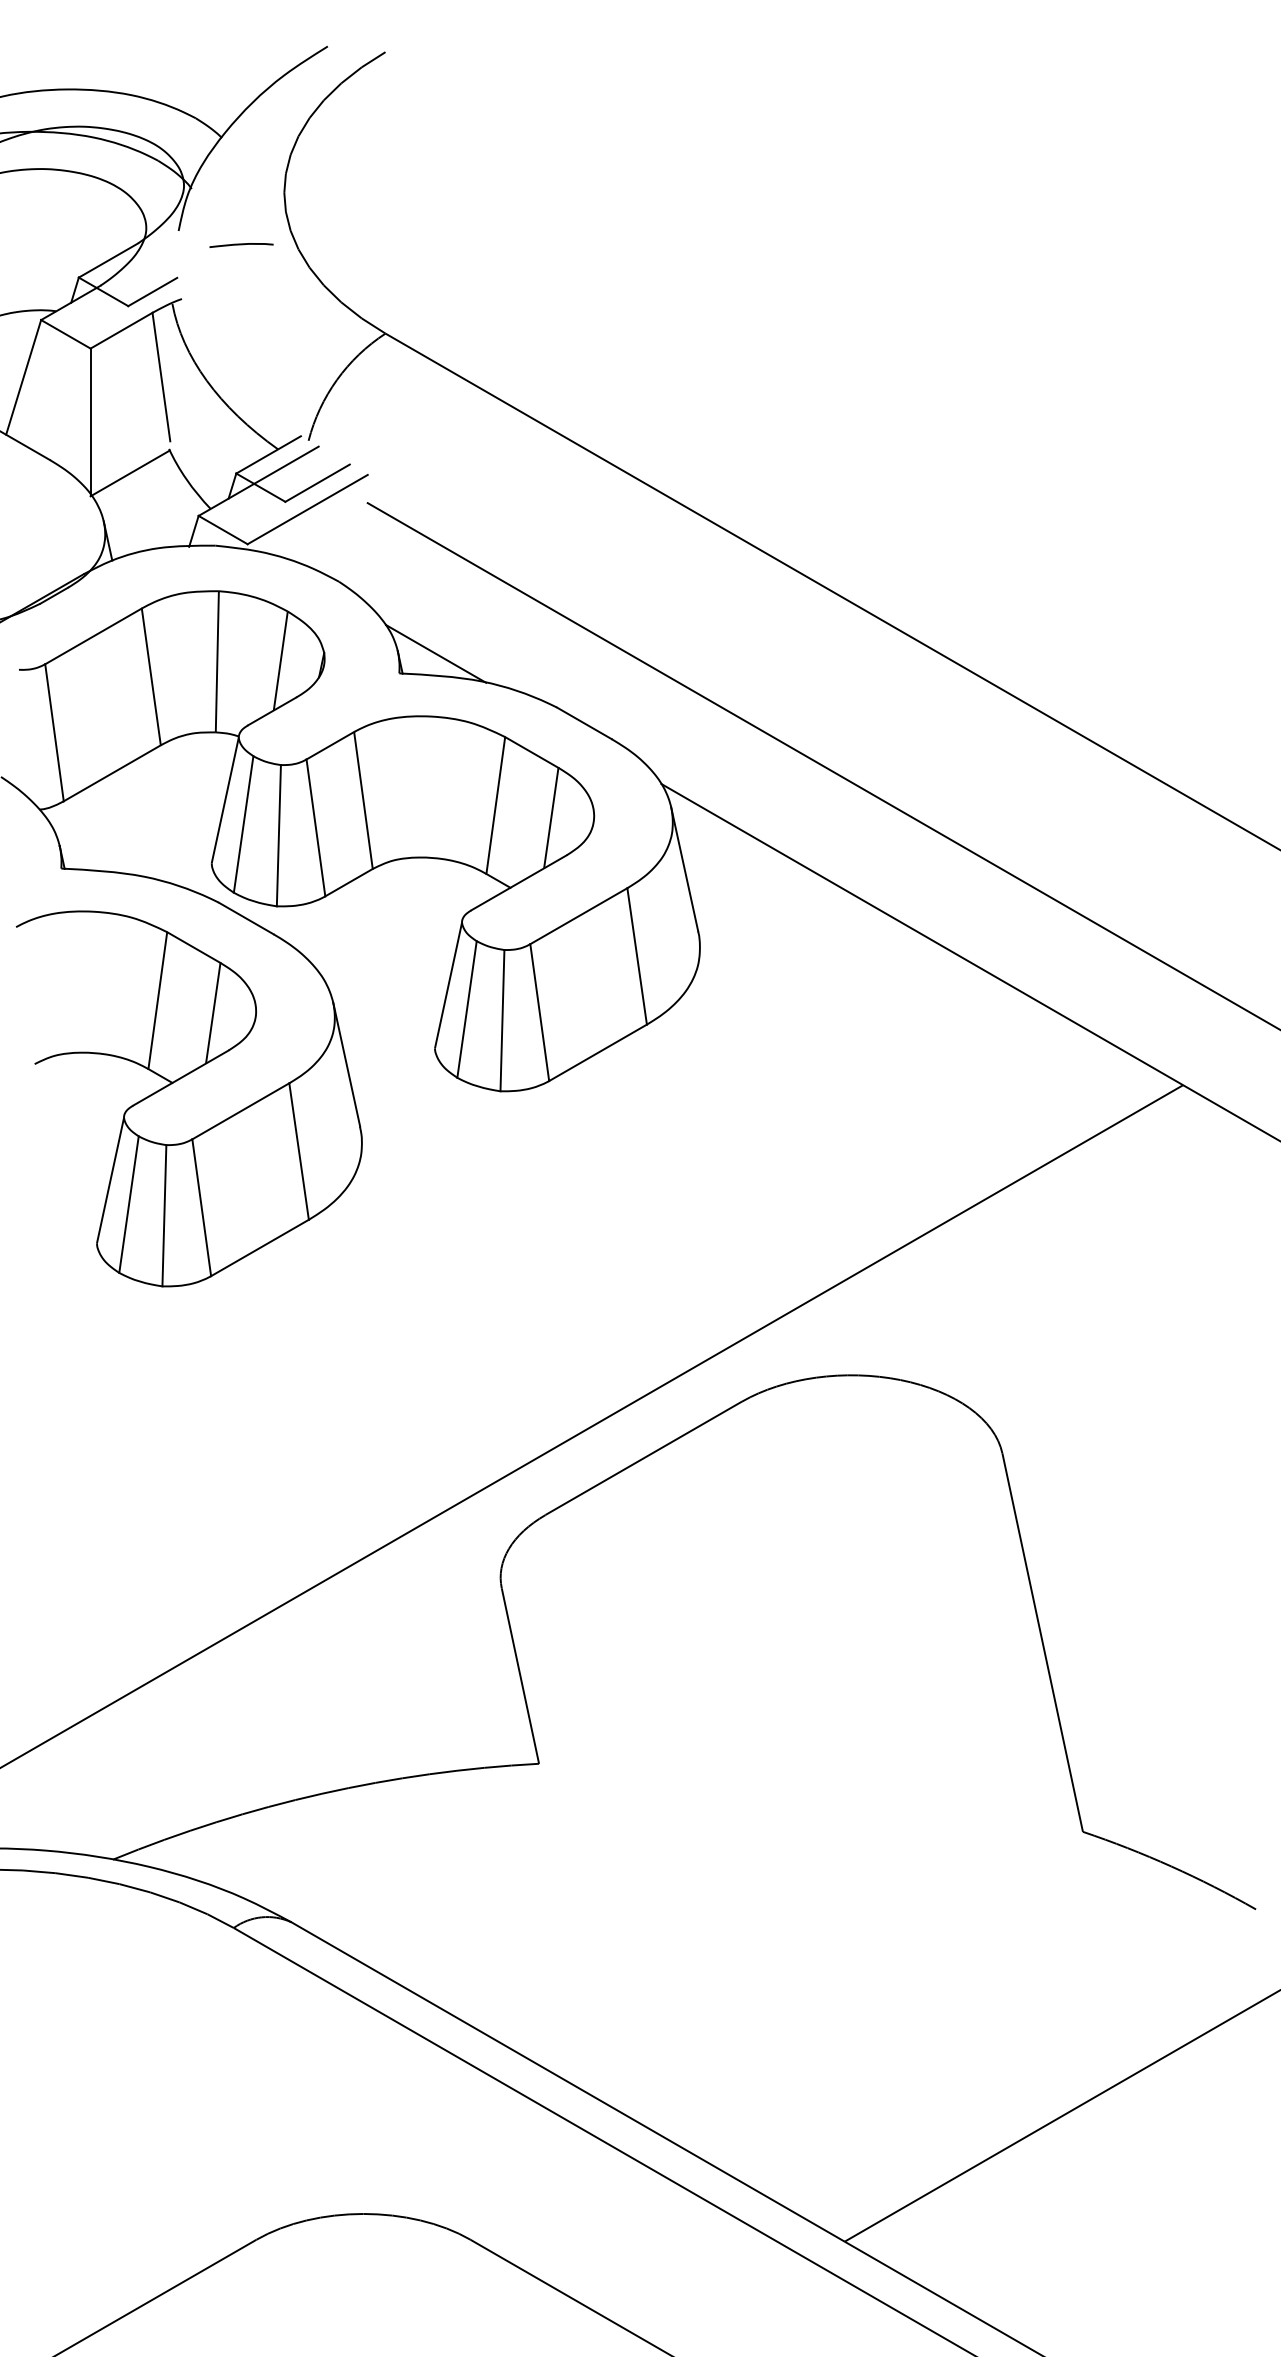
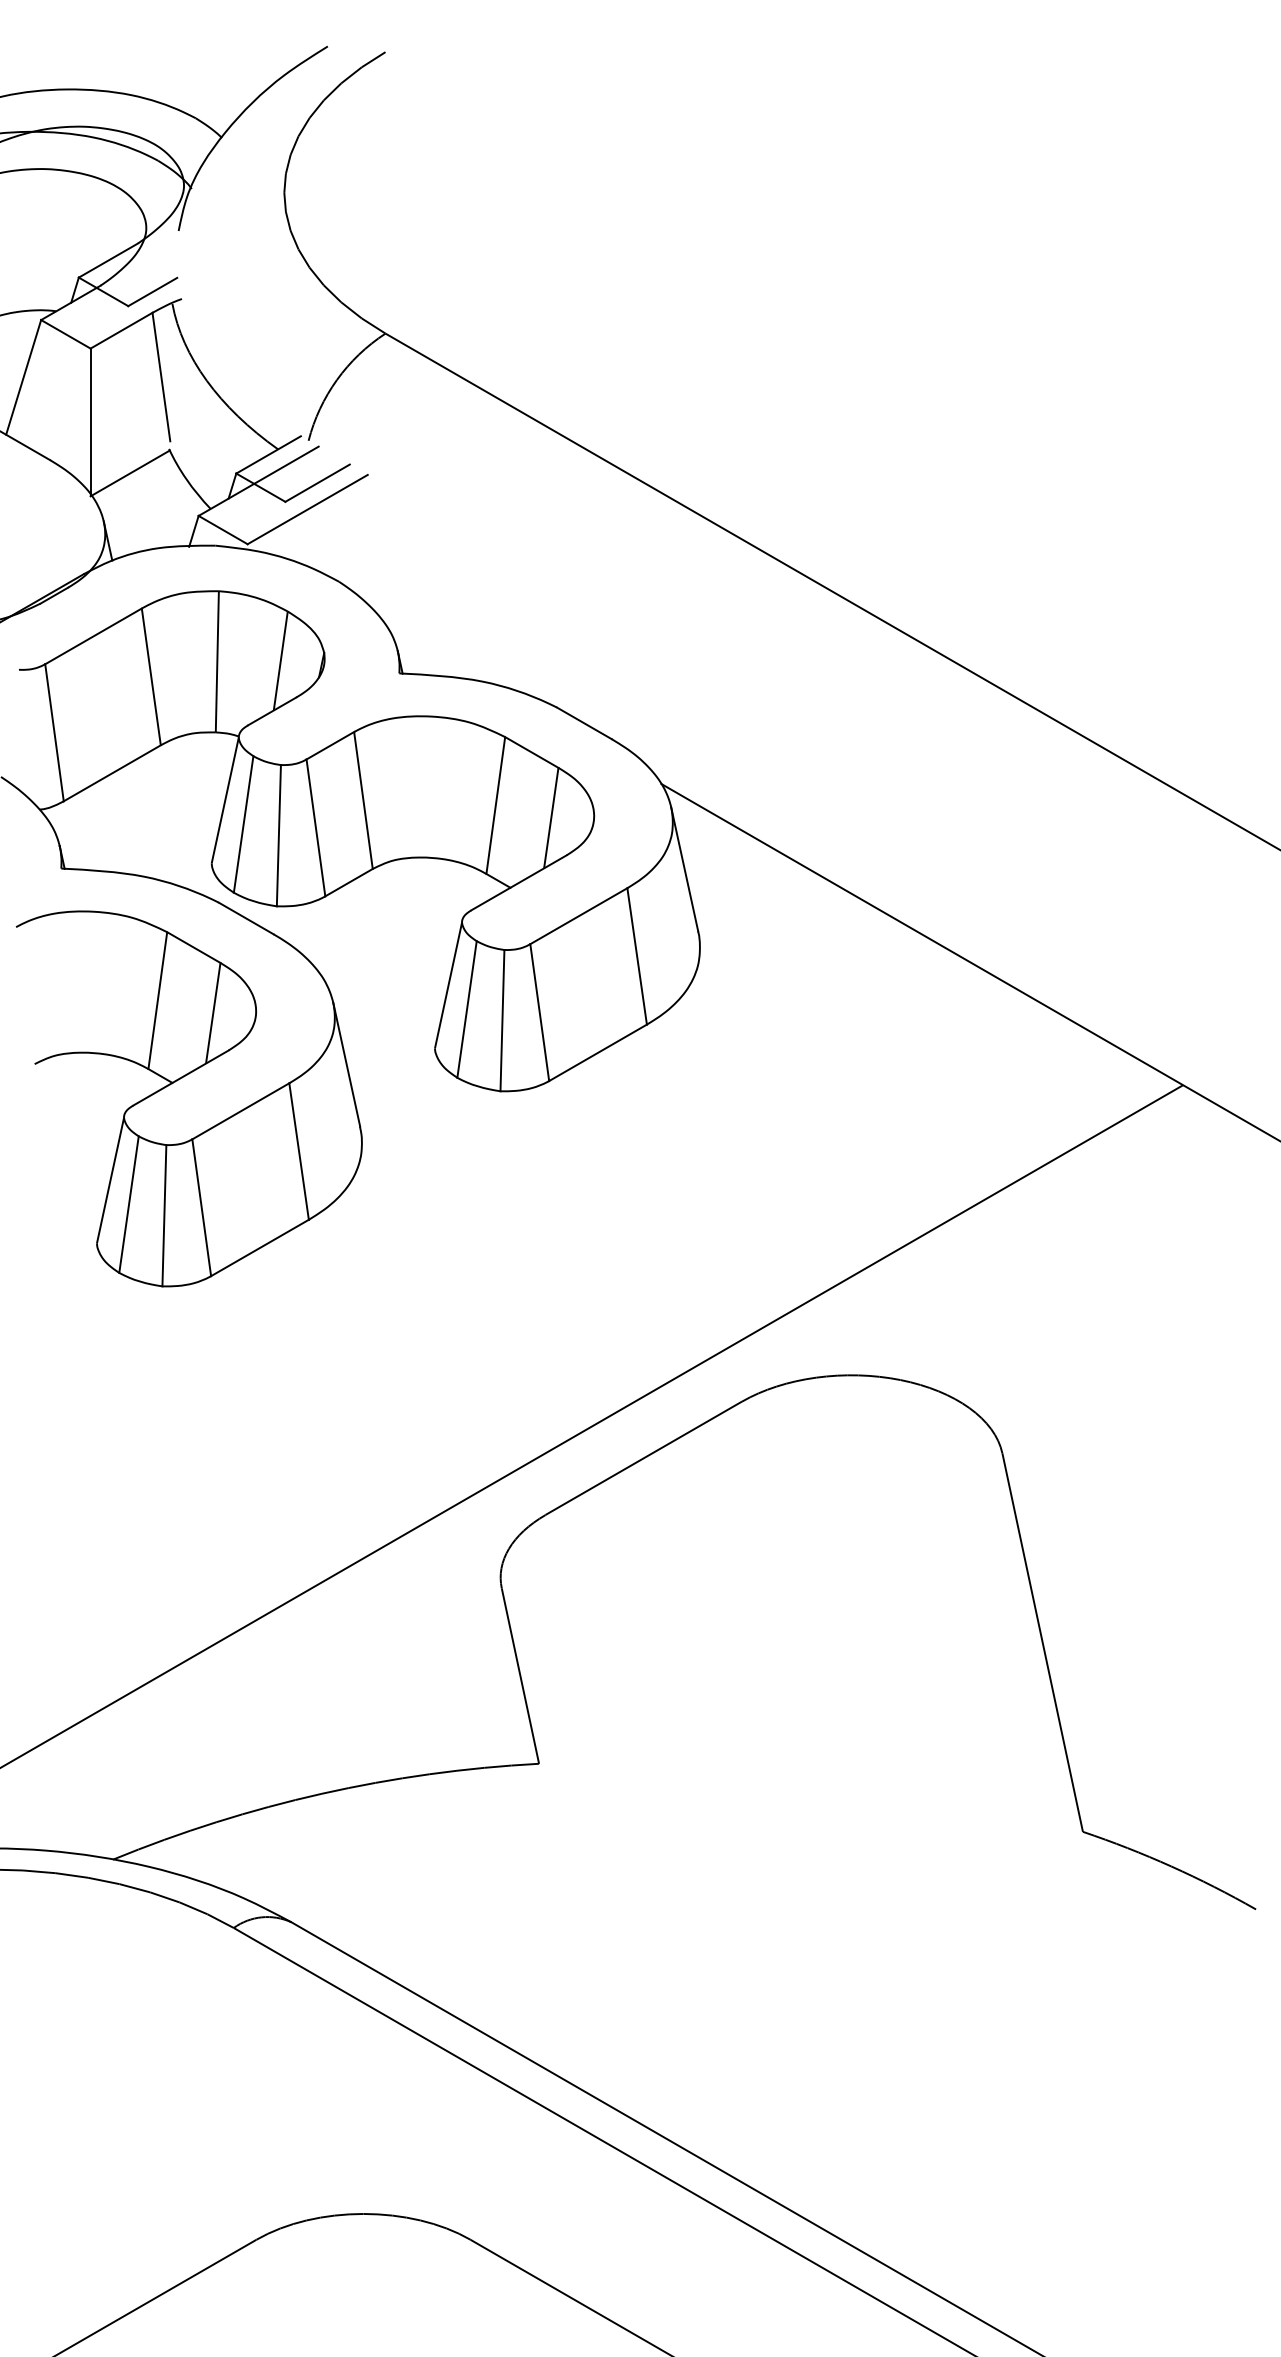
curve at (241, 245): present -> none
line at (436, 653): present -> none
line at (821, 765): present -> none
line at (1060, 2116): present -> none
